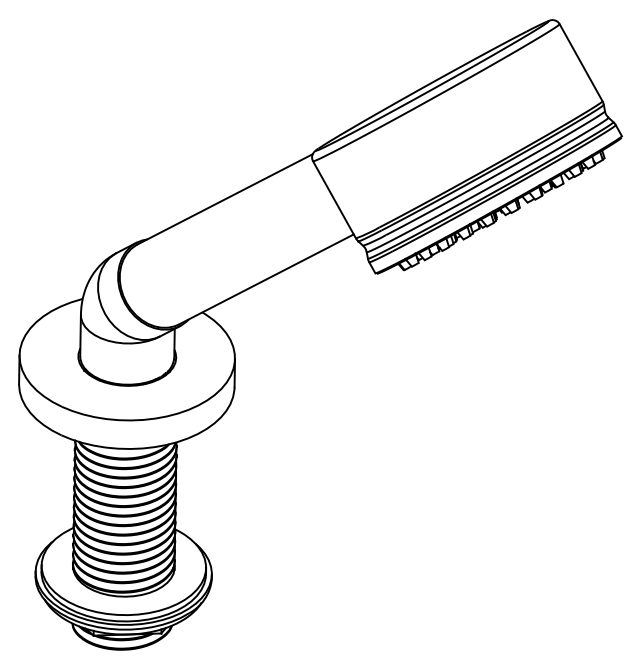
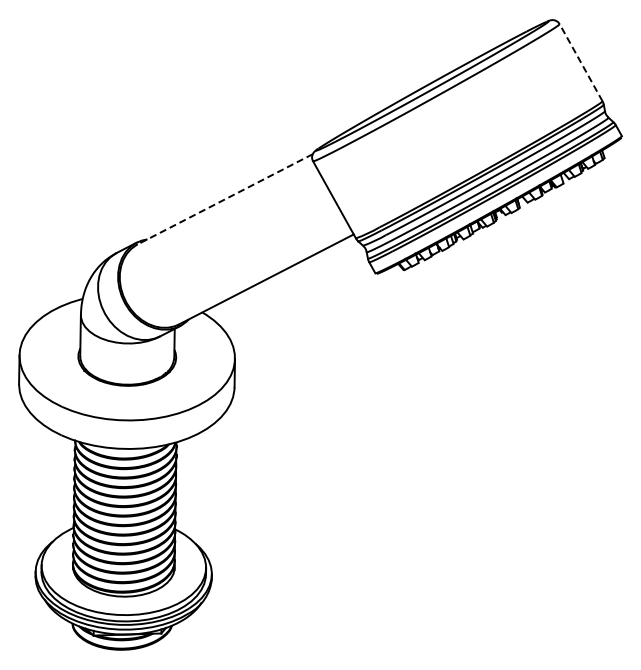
line at (580, 62): solid -> dashed
line at (224, 199): solid -> dashed
